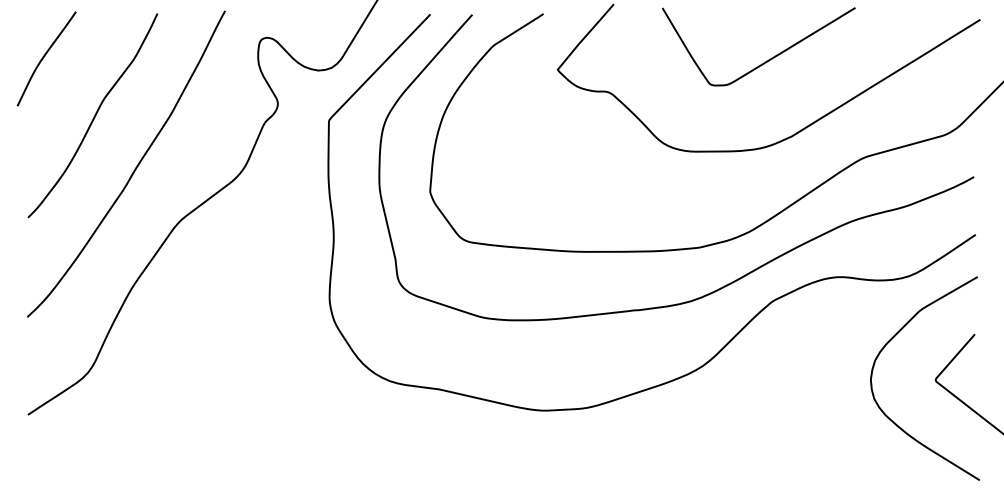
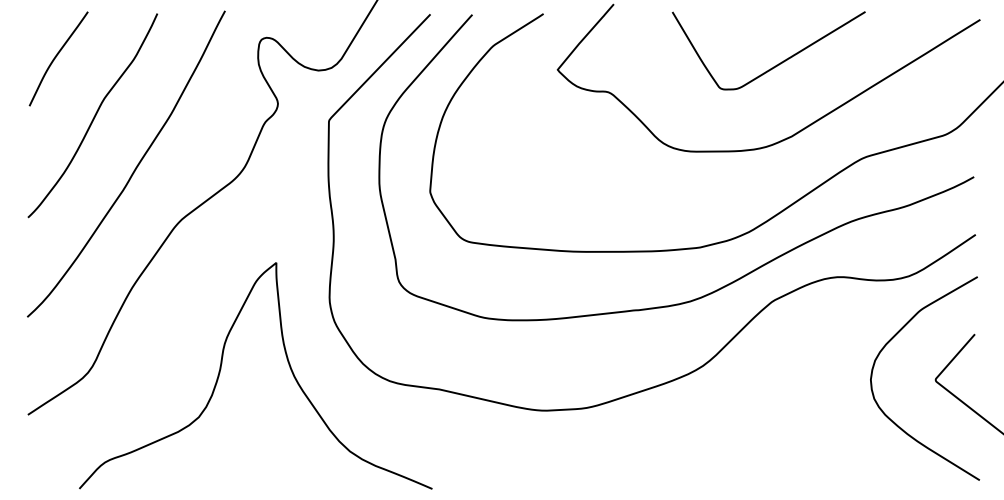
curve at (45, 56) position: (45, 56) -> (57, 56)
curve at (766, 60) position: (766, 60) -> (776, 64)
curve at (288, 365): none -> present
